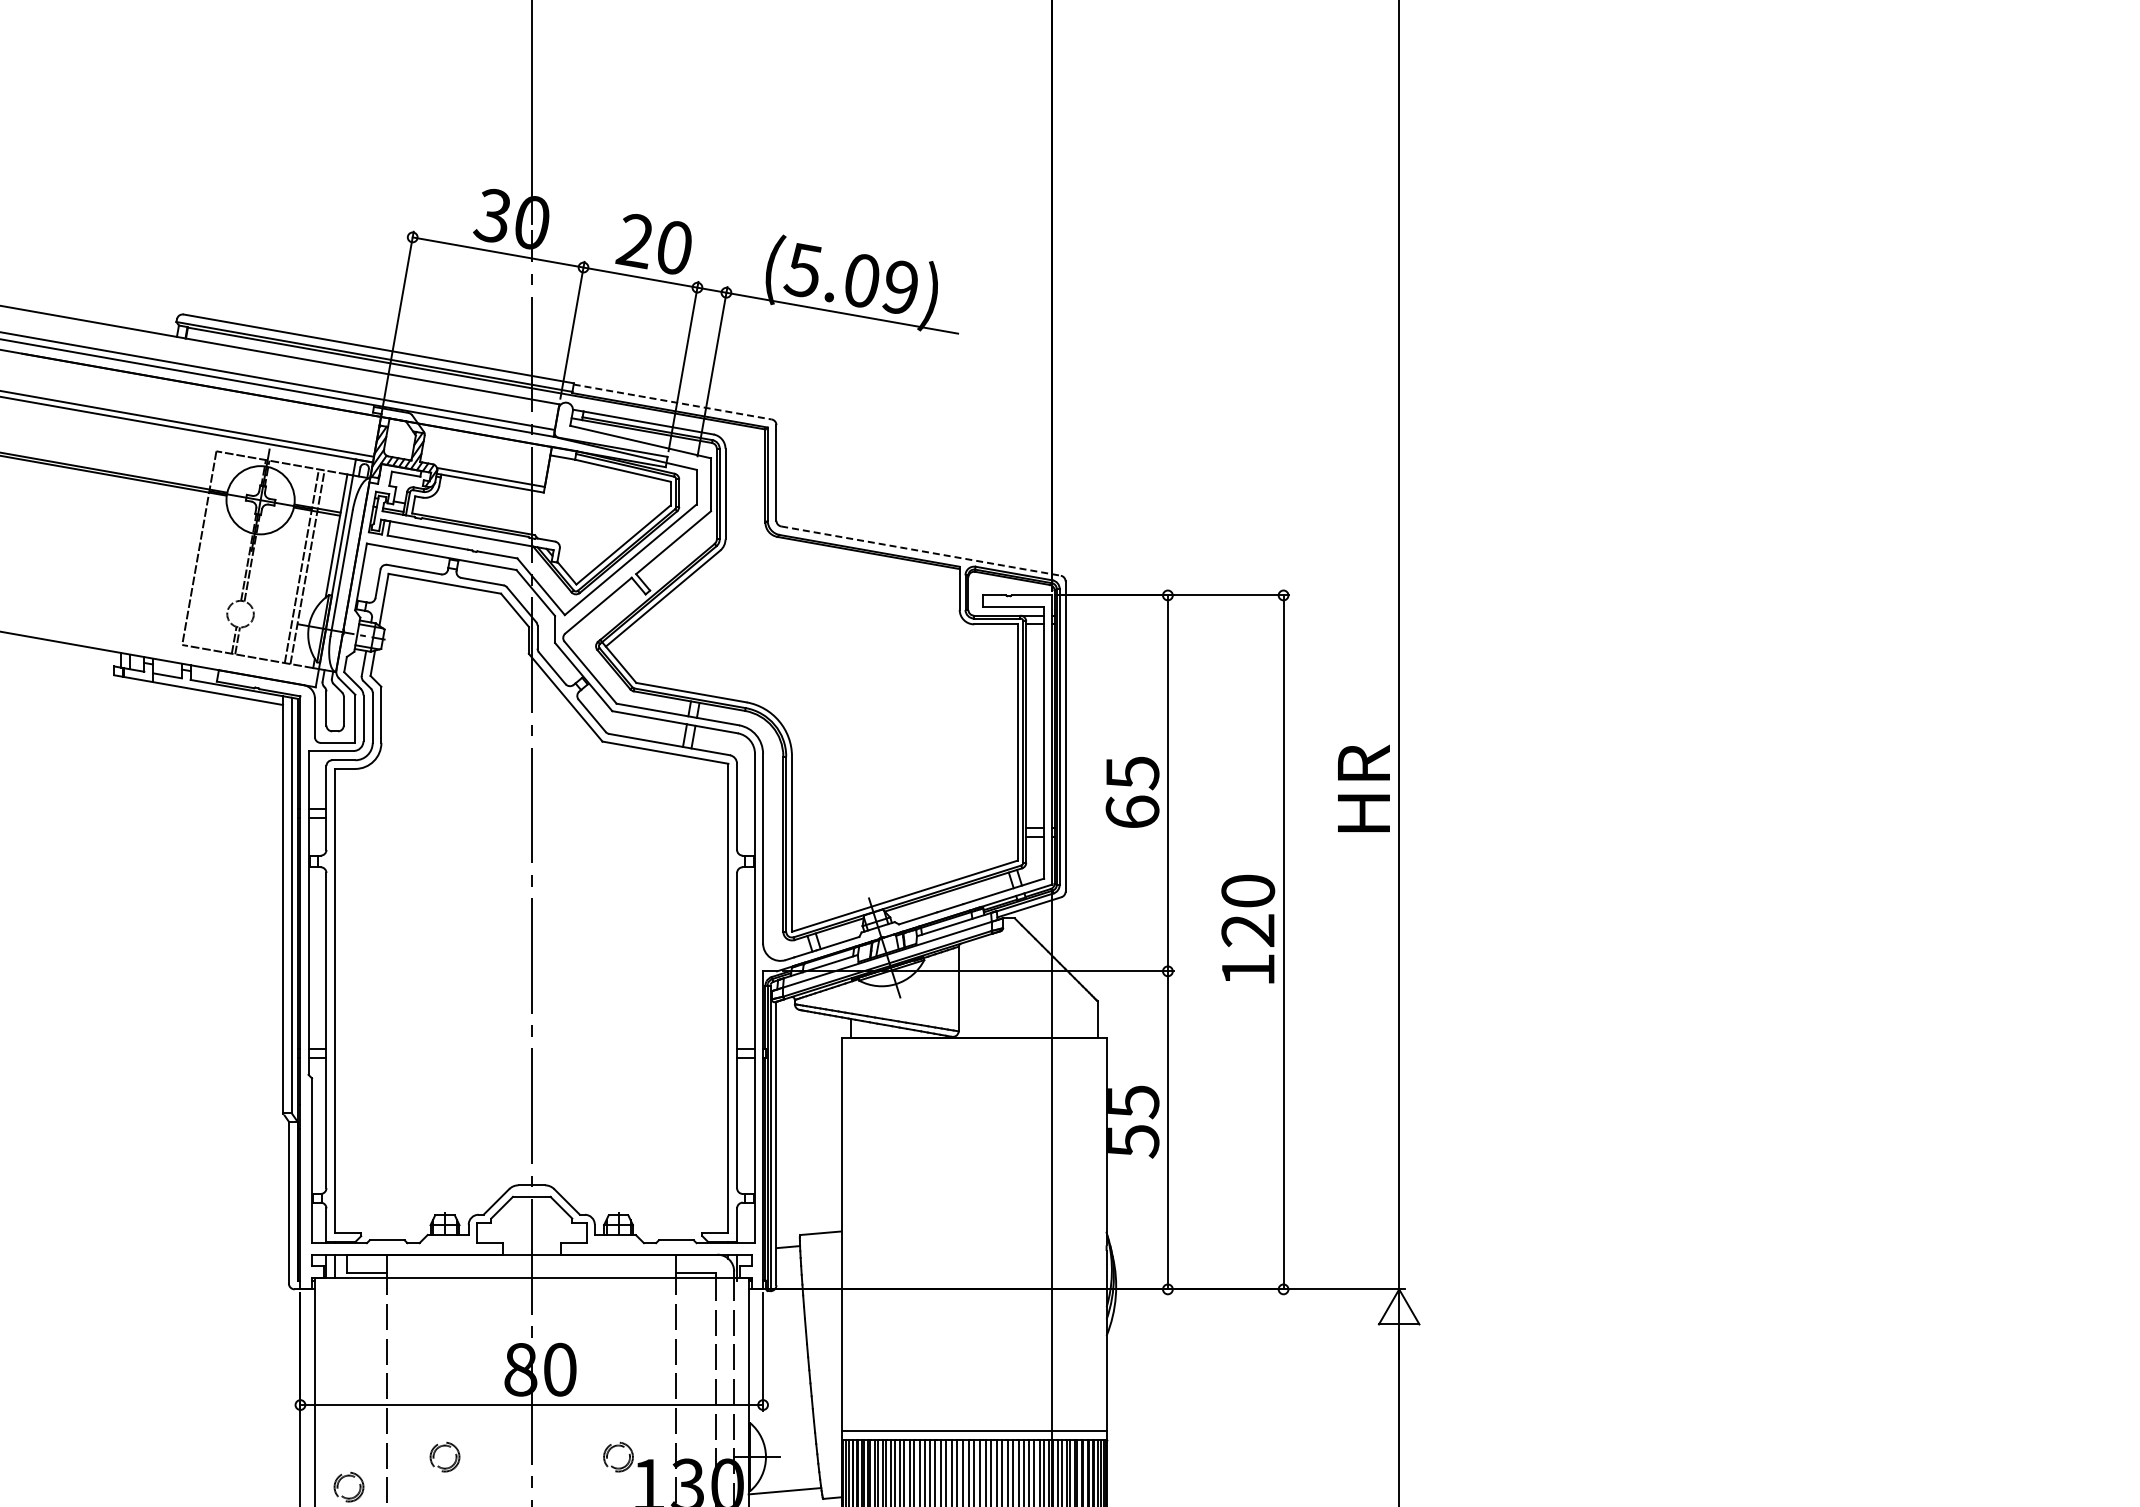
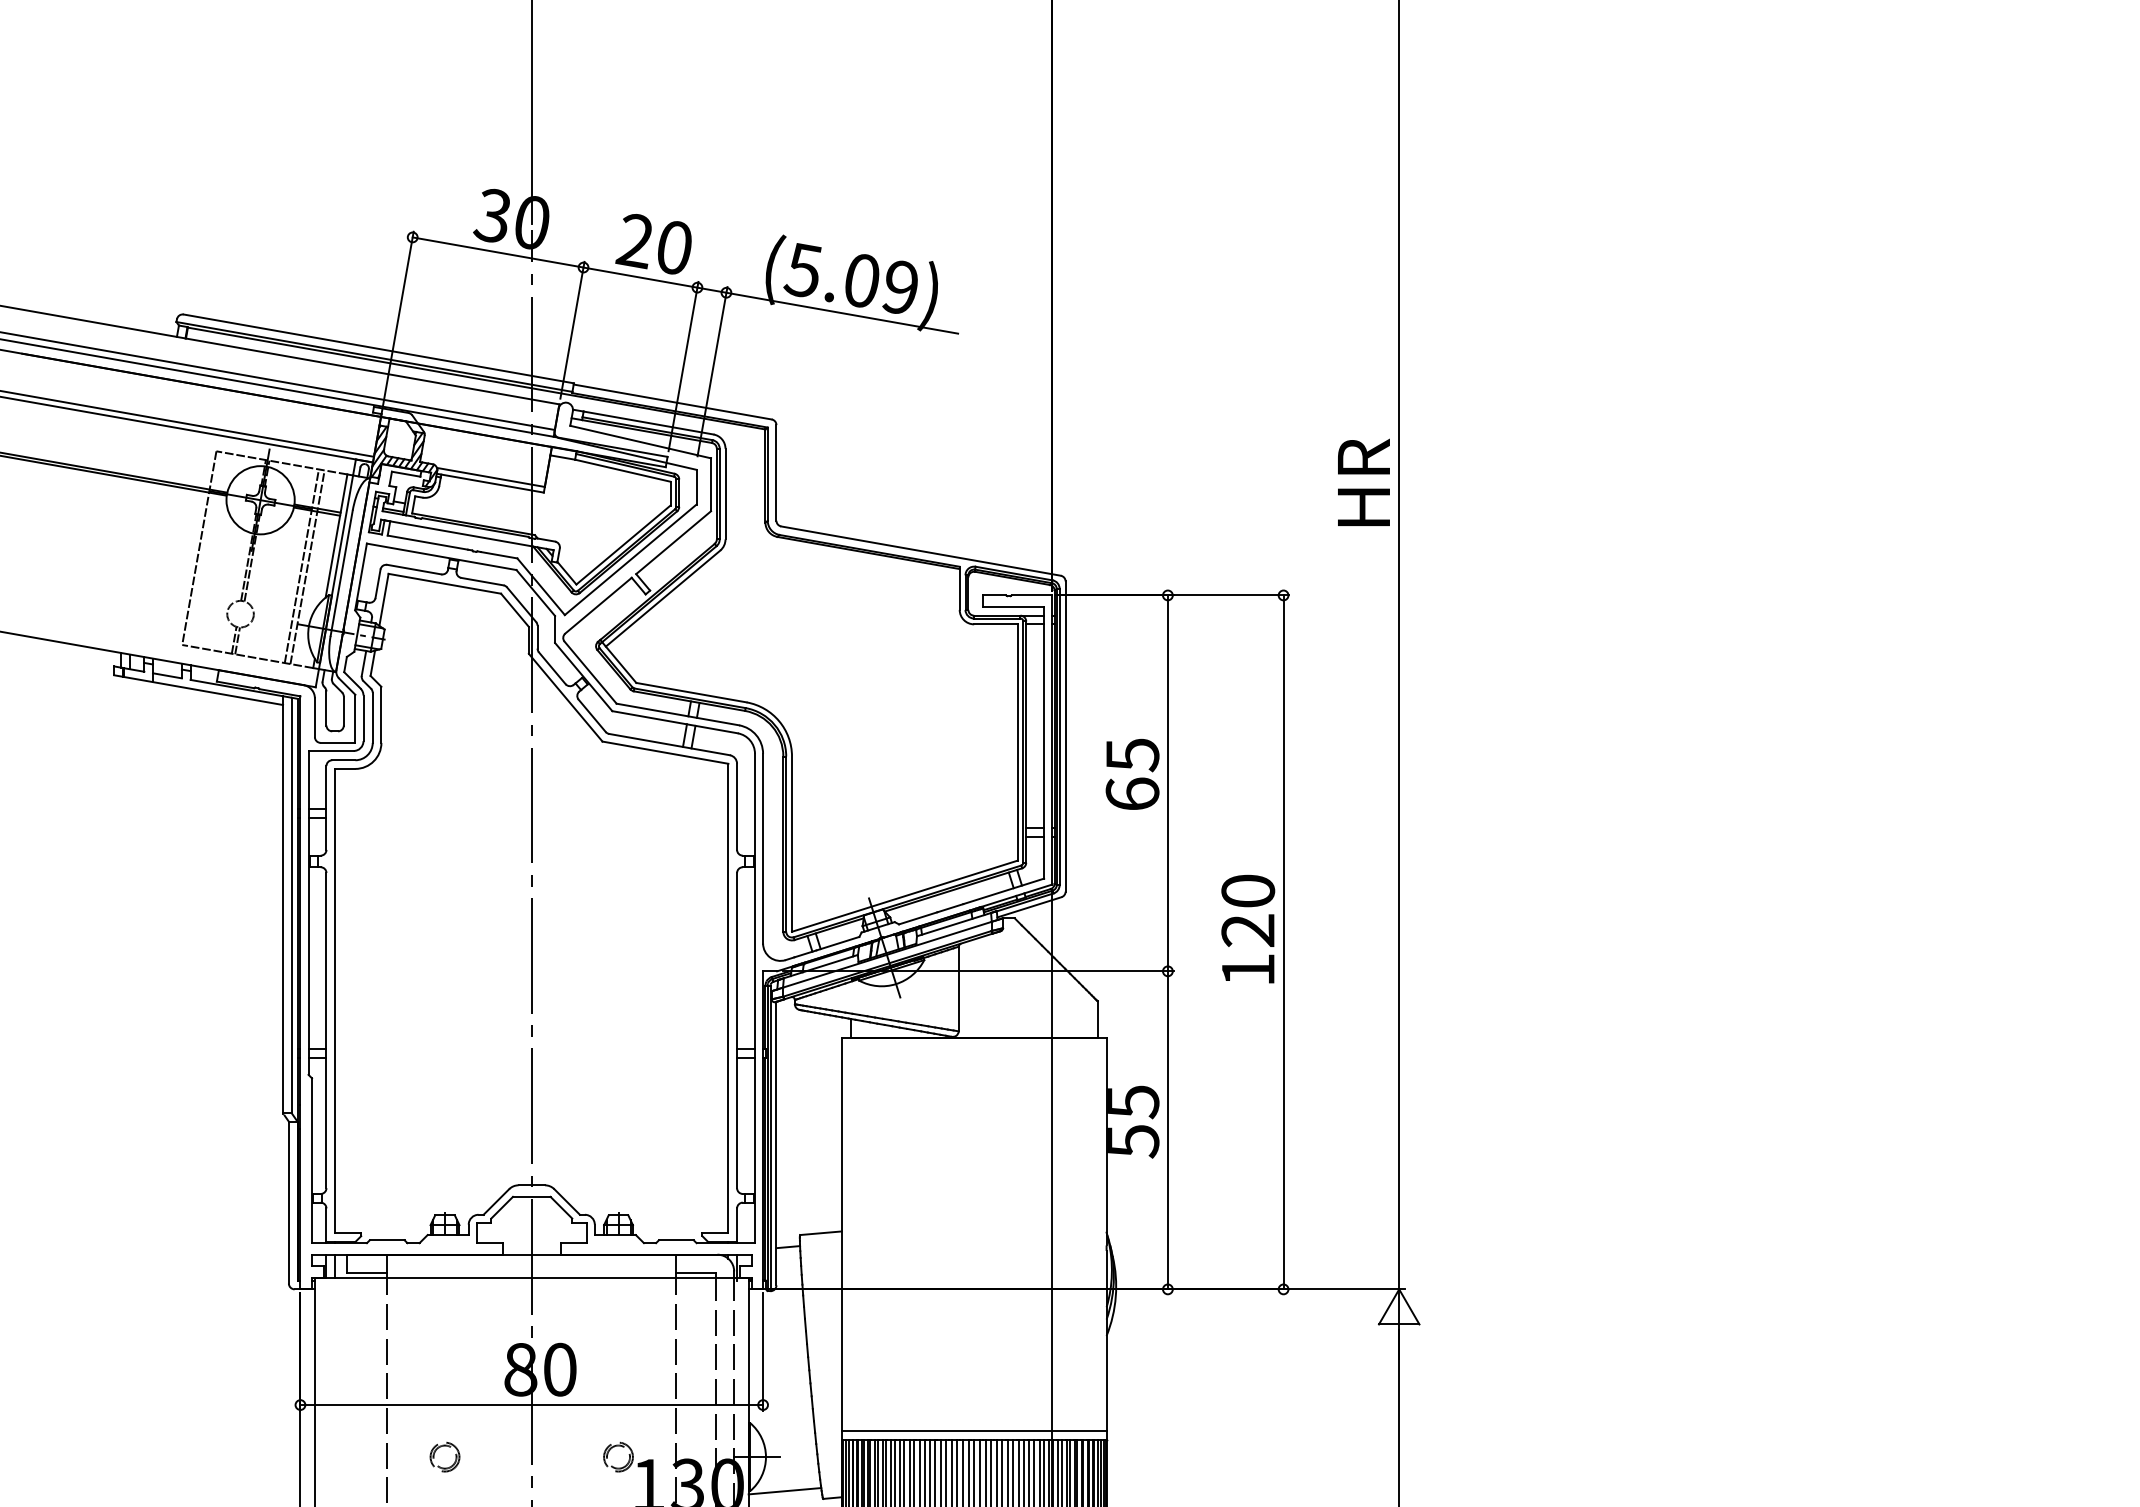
line at (672, 402): dashed -> solid
line at (921, 551): dashed -> solid
text at (1363, 787) position: (1363, 787) -> (1363, 481)
text at (1132, 792) position: (1132, 792) -> (1132, 774)
part at (344, 1496): present -> none
